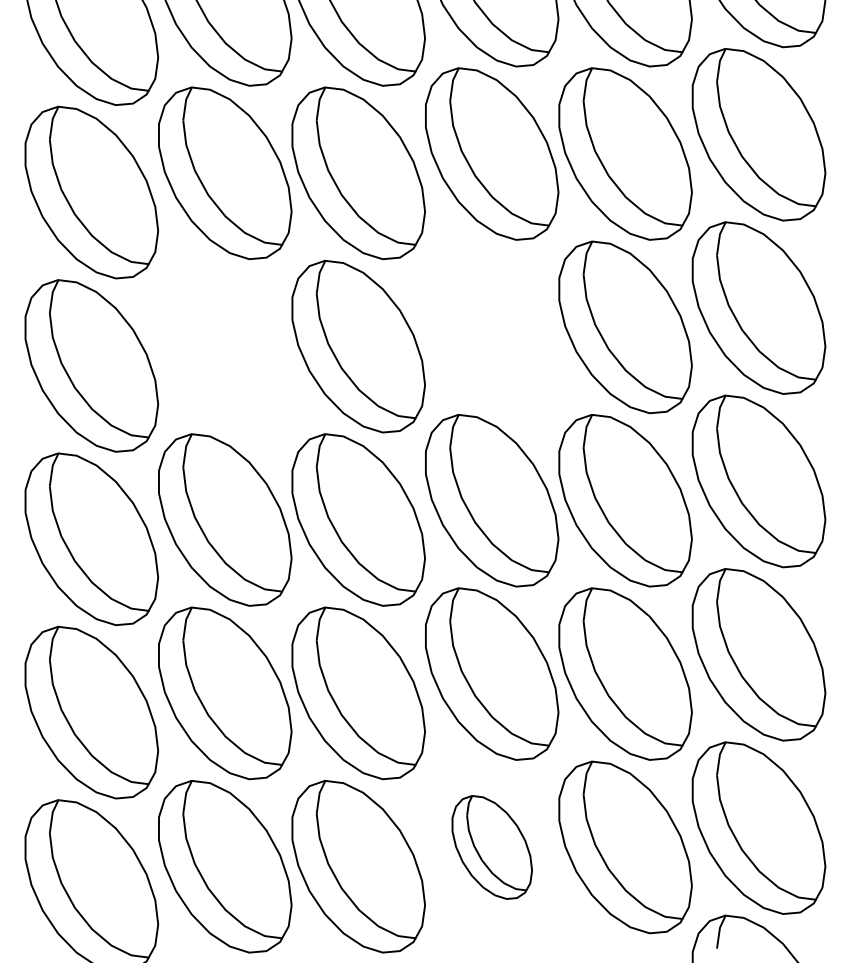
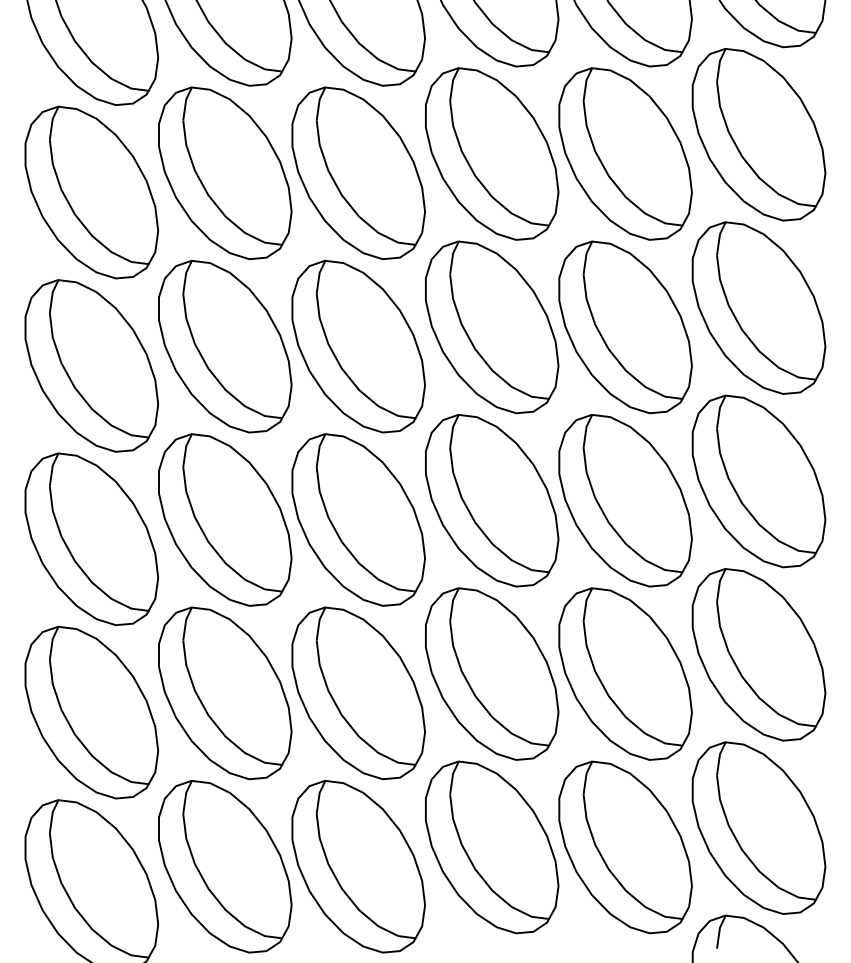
part at (492, 327): none -> present
part at (225, 346): none -> present
part at (491, 847) size: 82x105 px -> 135x175 px
